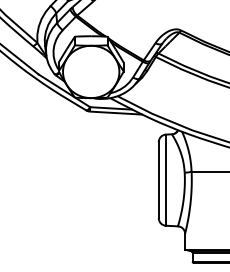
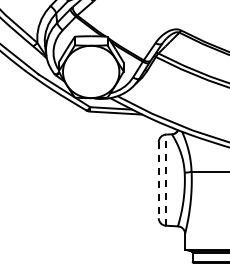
line at (158, 180): solid -> dashed
line at (165, 180): solid -> dashed
